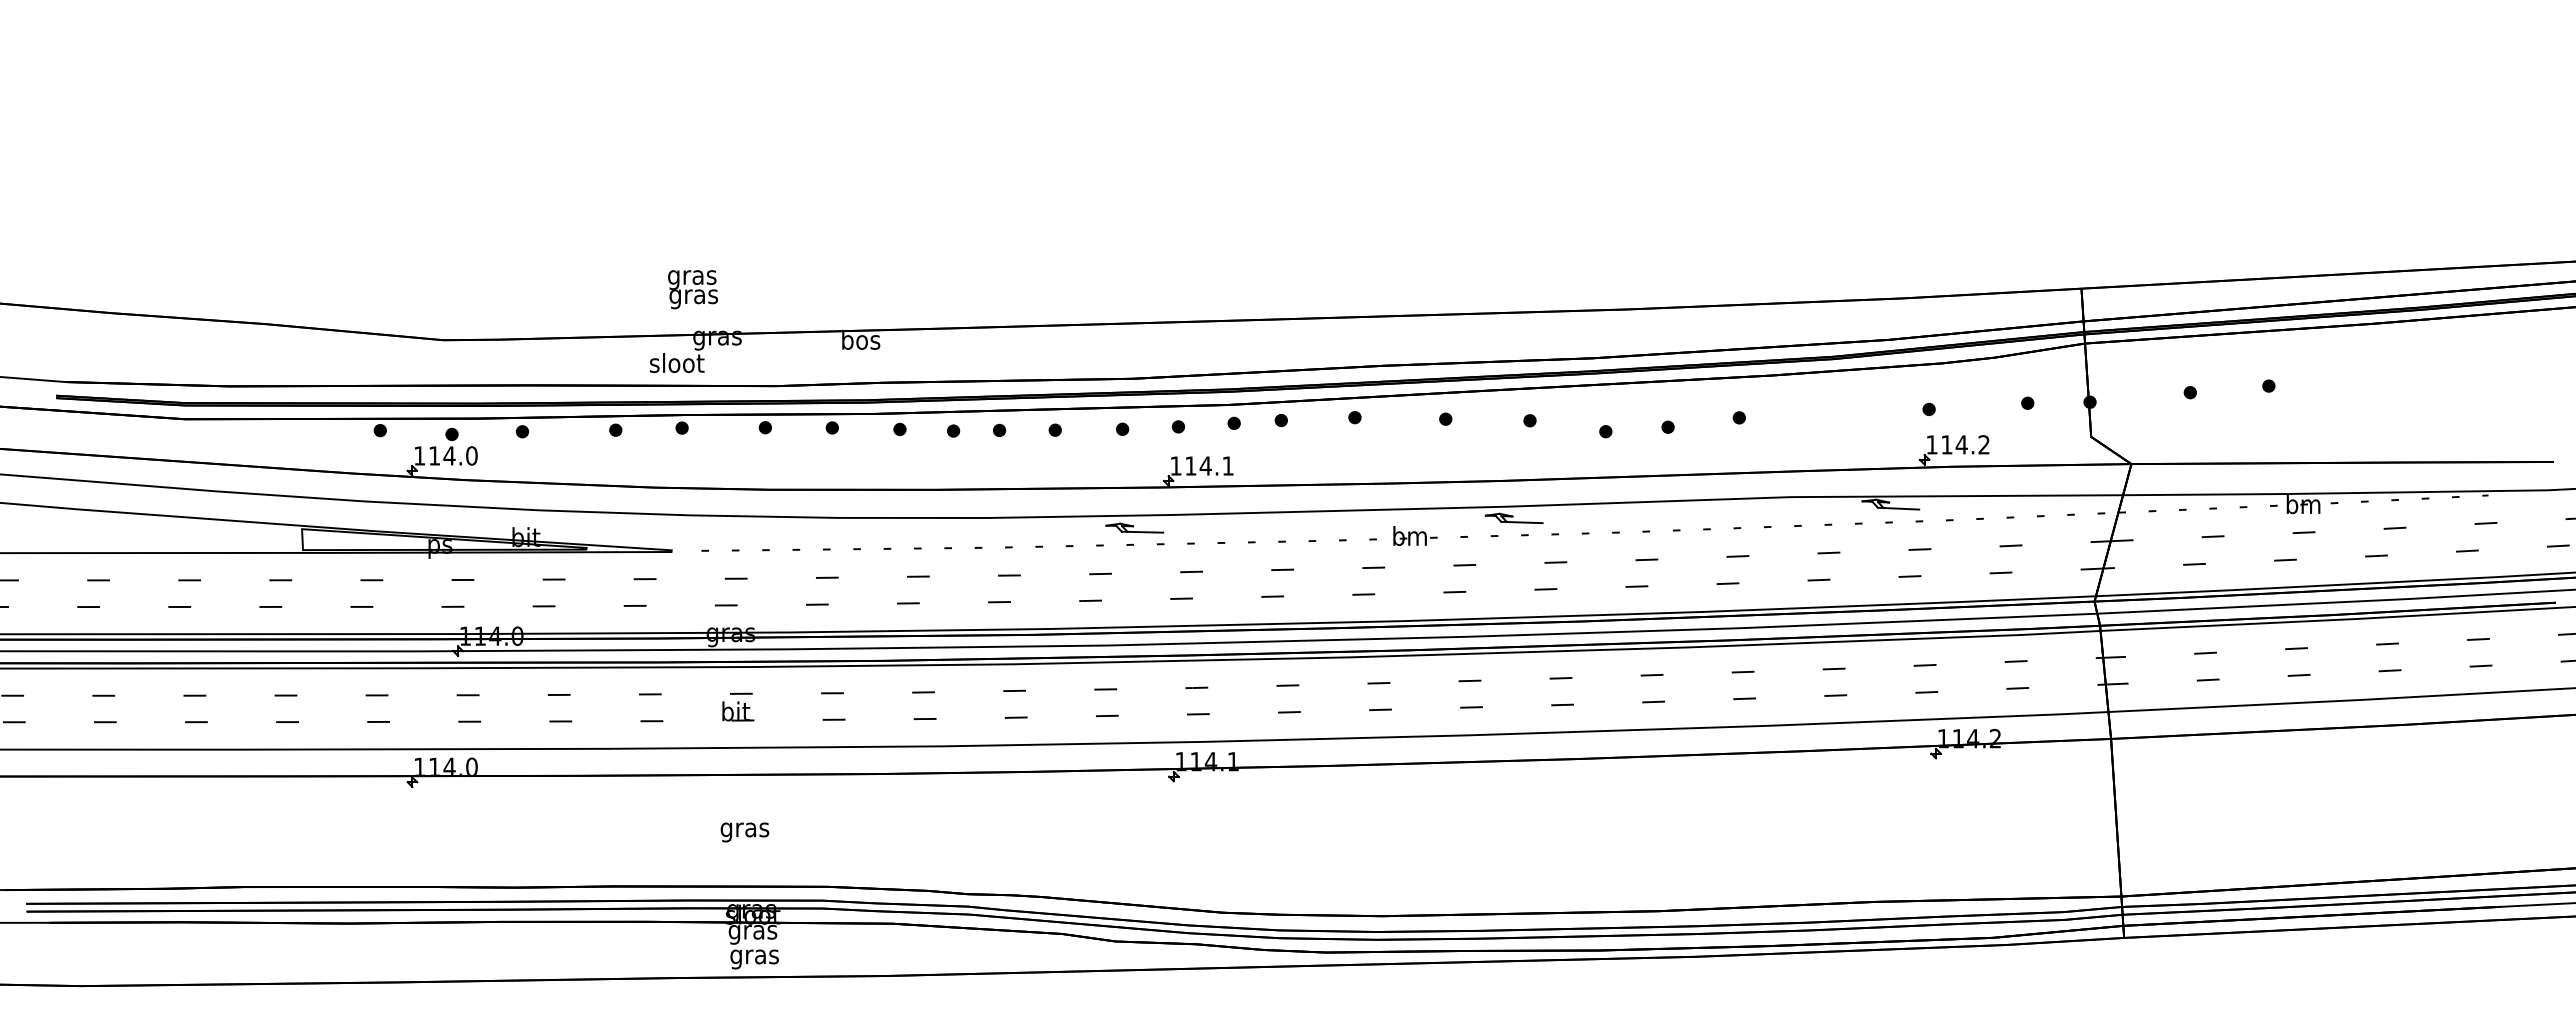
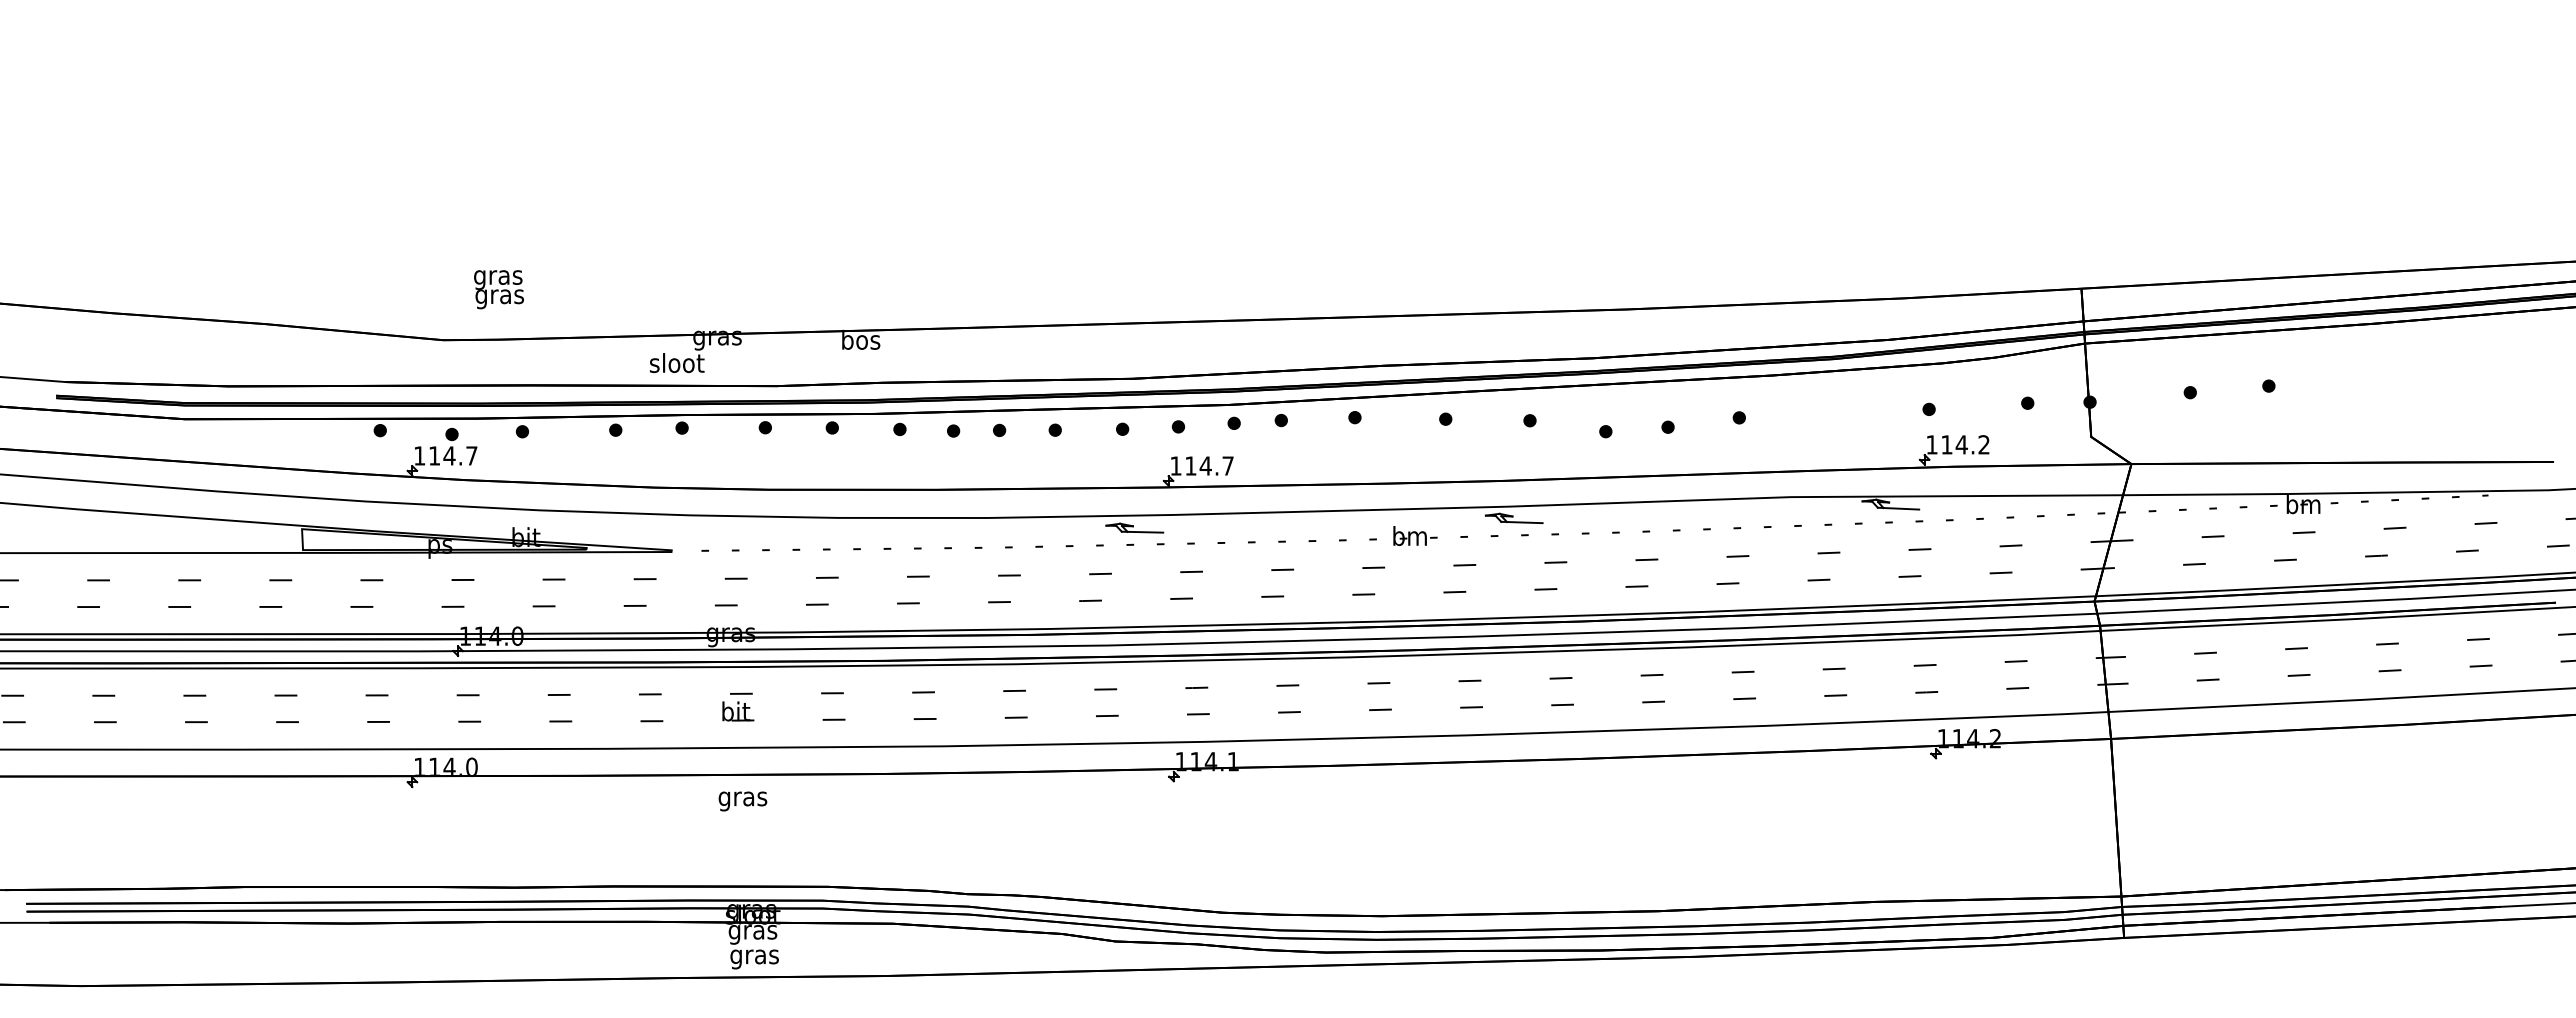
text at (692, 289) position: (692, 289) -> (498, 289)
text at (471, 455): 114.0 -> 114.7
text at (1227, 465): 114.1 -> 114.7
text at (744, 832) position: (744, 832) -> (742, 801)
